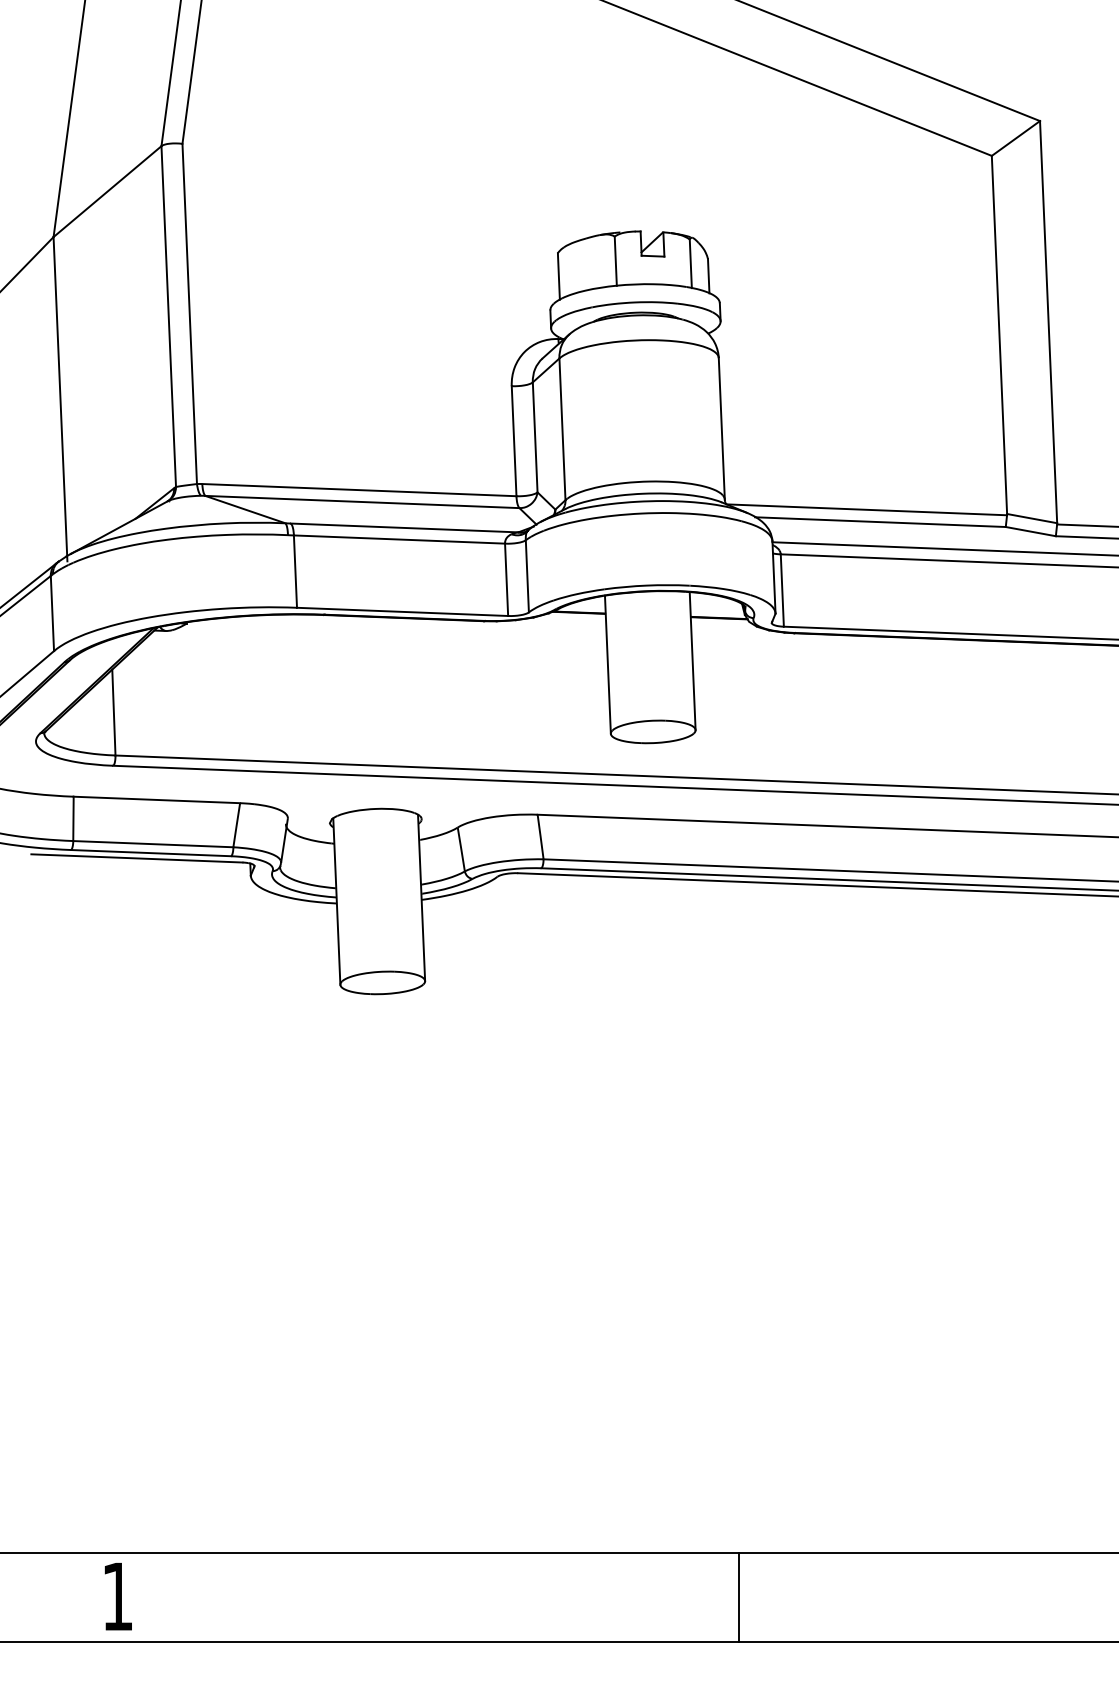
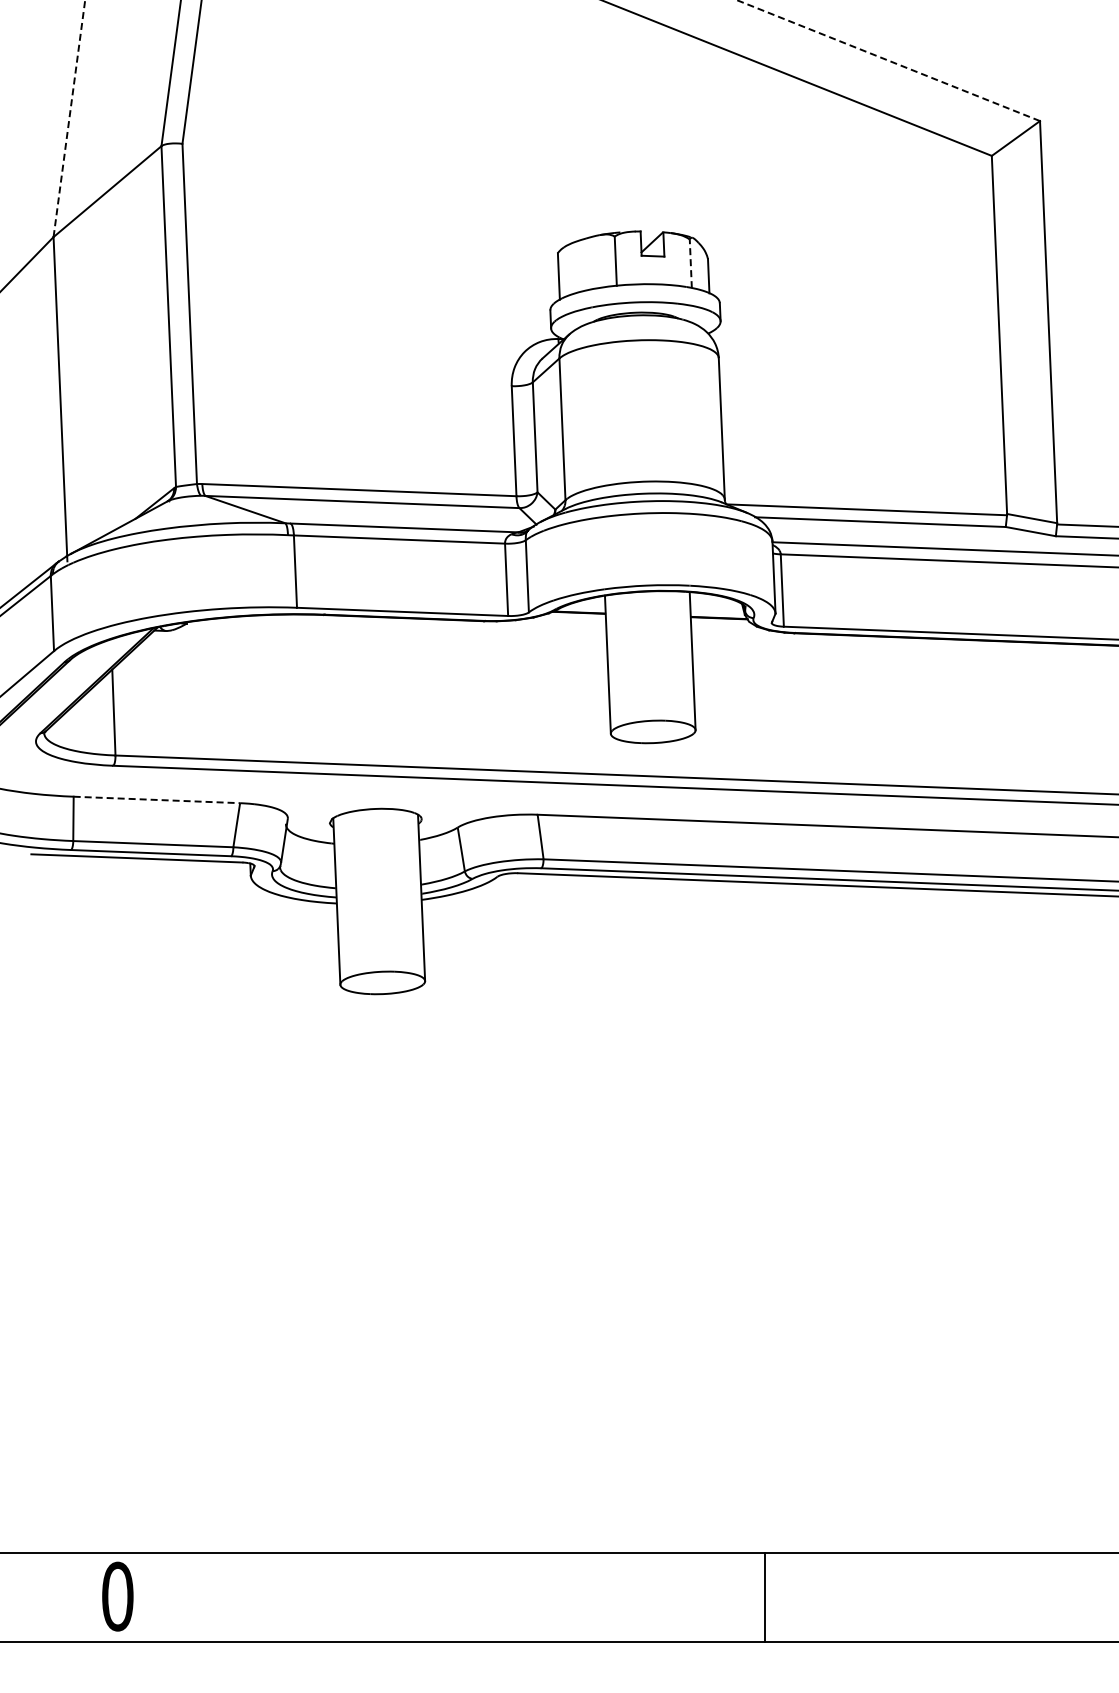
line at (888, 60): solid -> dashed
line at (69, 118): solid -> dashed
line at (690, 263): solid -> dashed
line at (157, 799): solid -> dashed
text at (117, 1596): 1 -> 0
line at (739, 1597) position: (739, 1597) -> (765, 1597)
